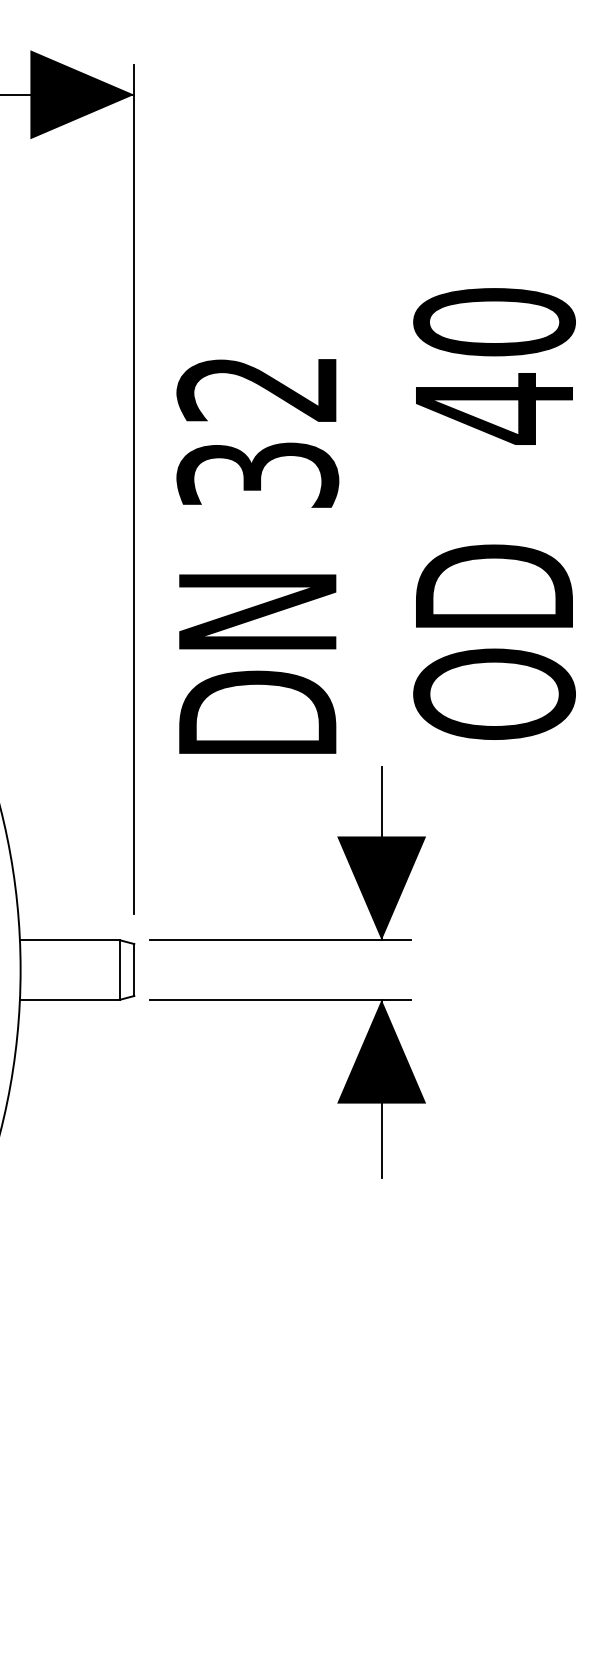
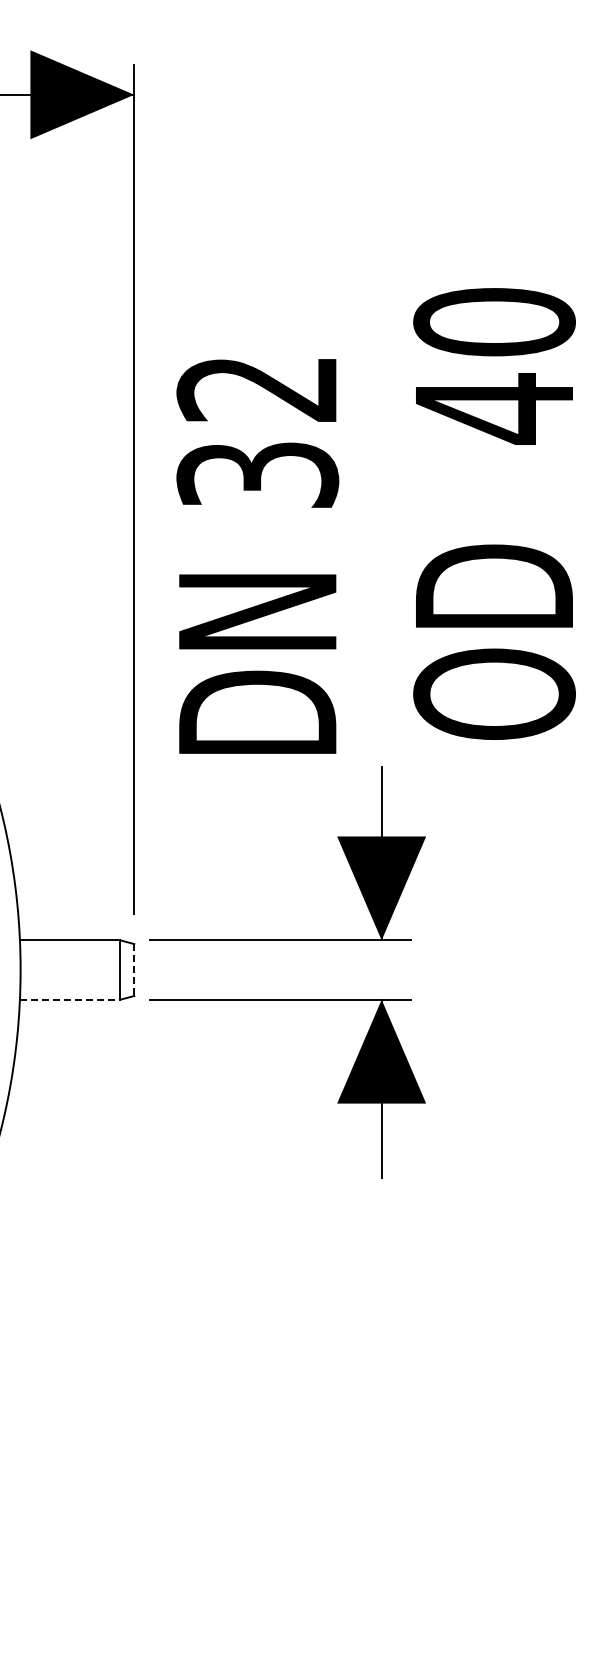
line at (134, 970): solid -> dashed
line at (70, 999): solid -> dashed
